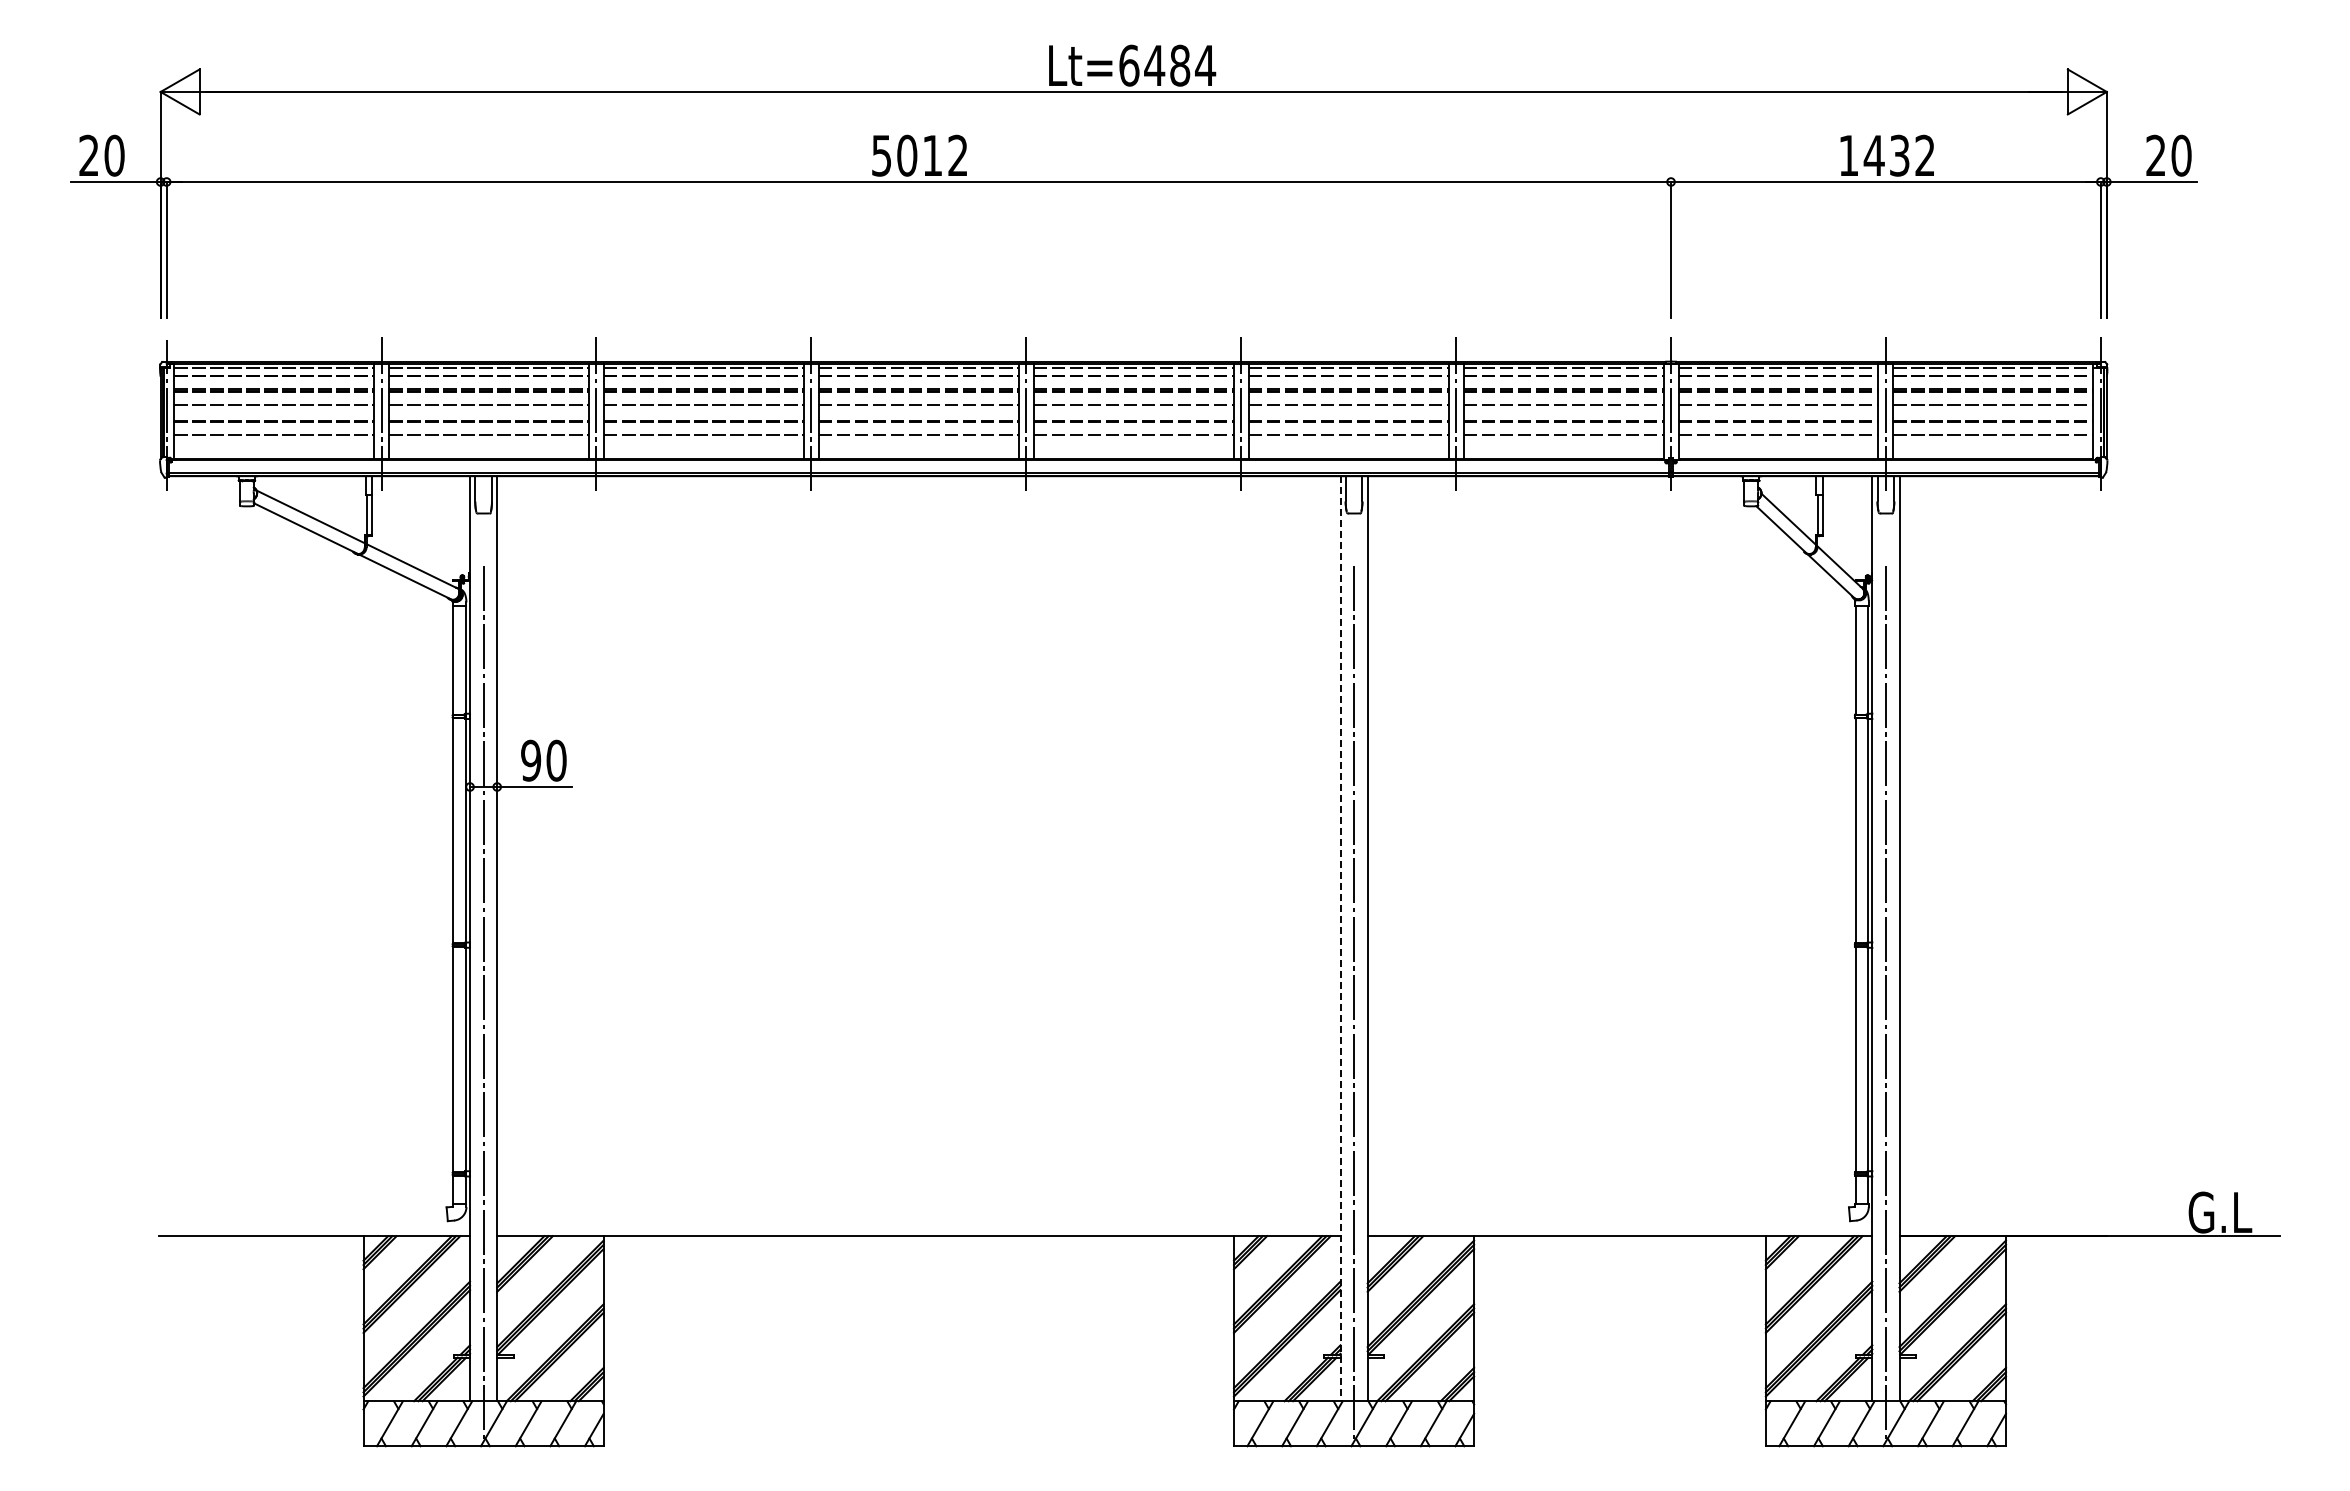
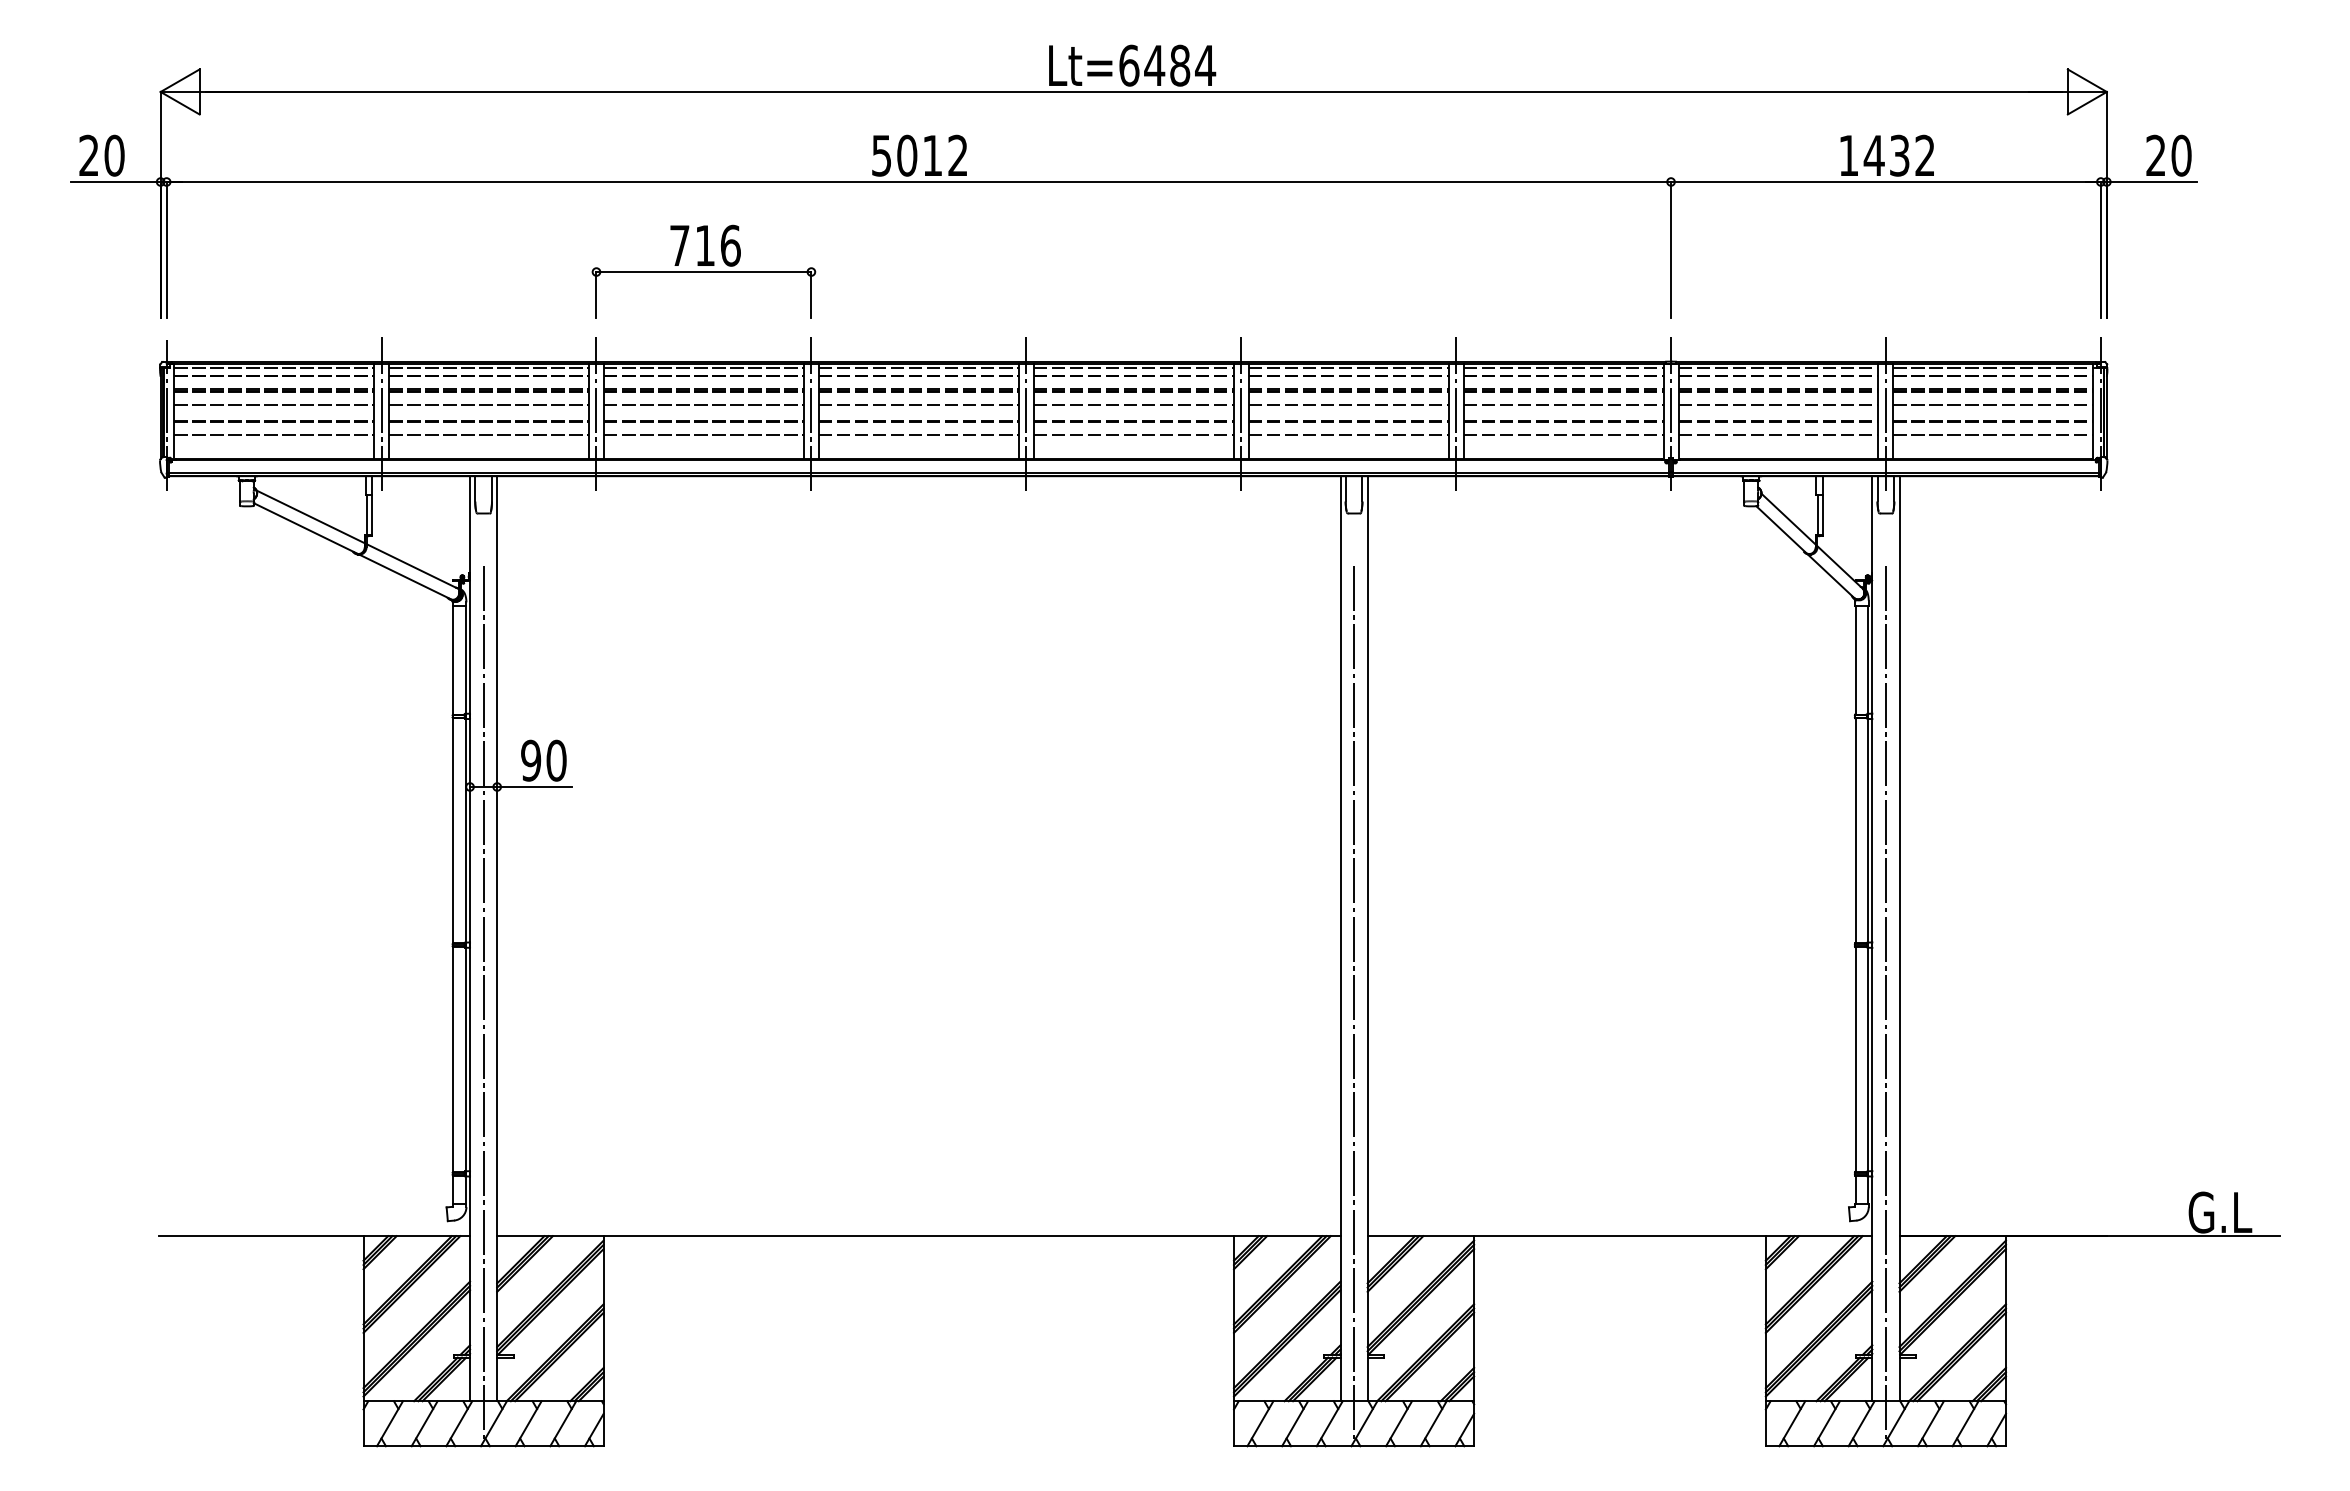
part at (703, 271): none -> present
line at (1340, 938): dashed -> solid
